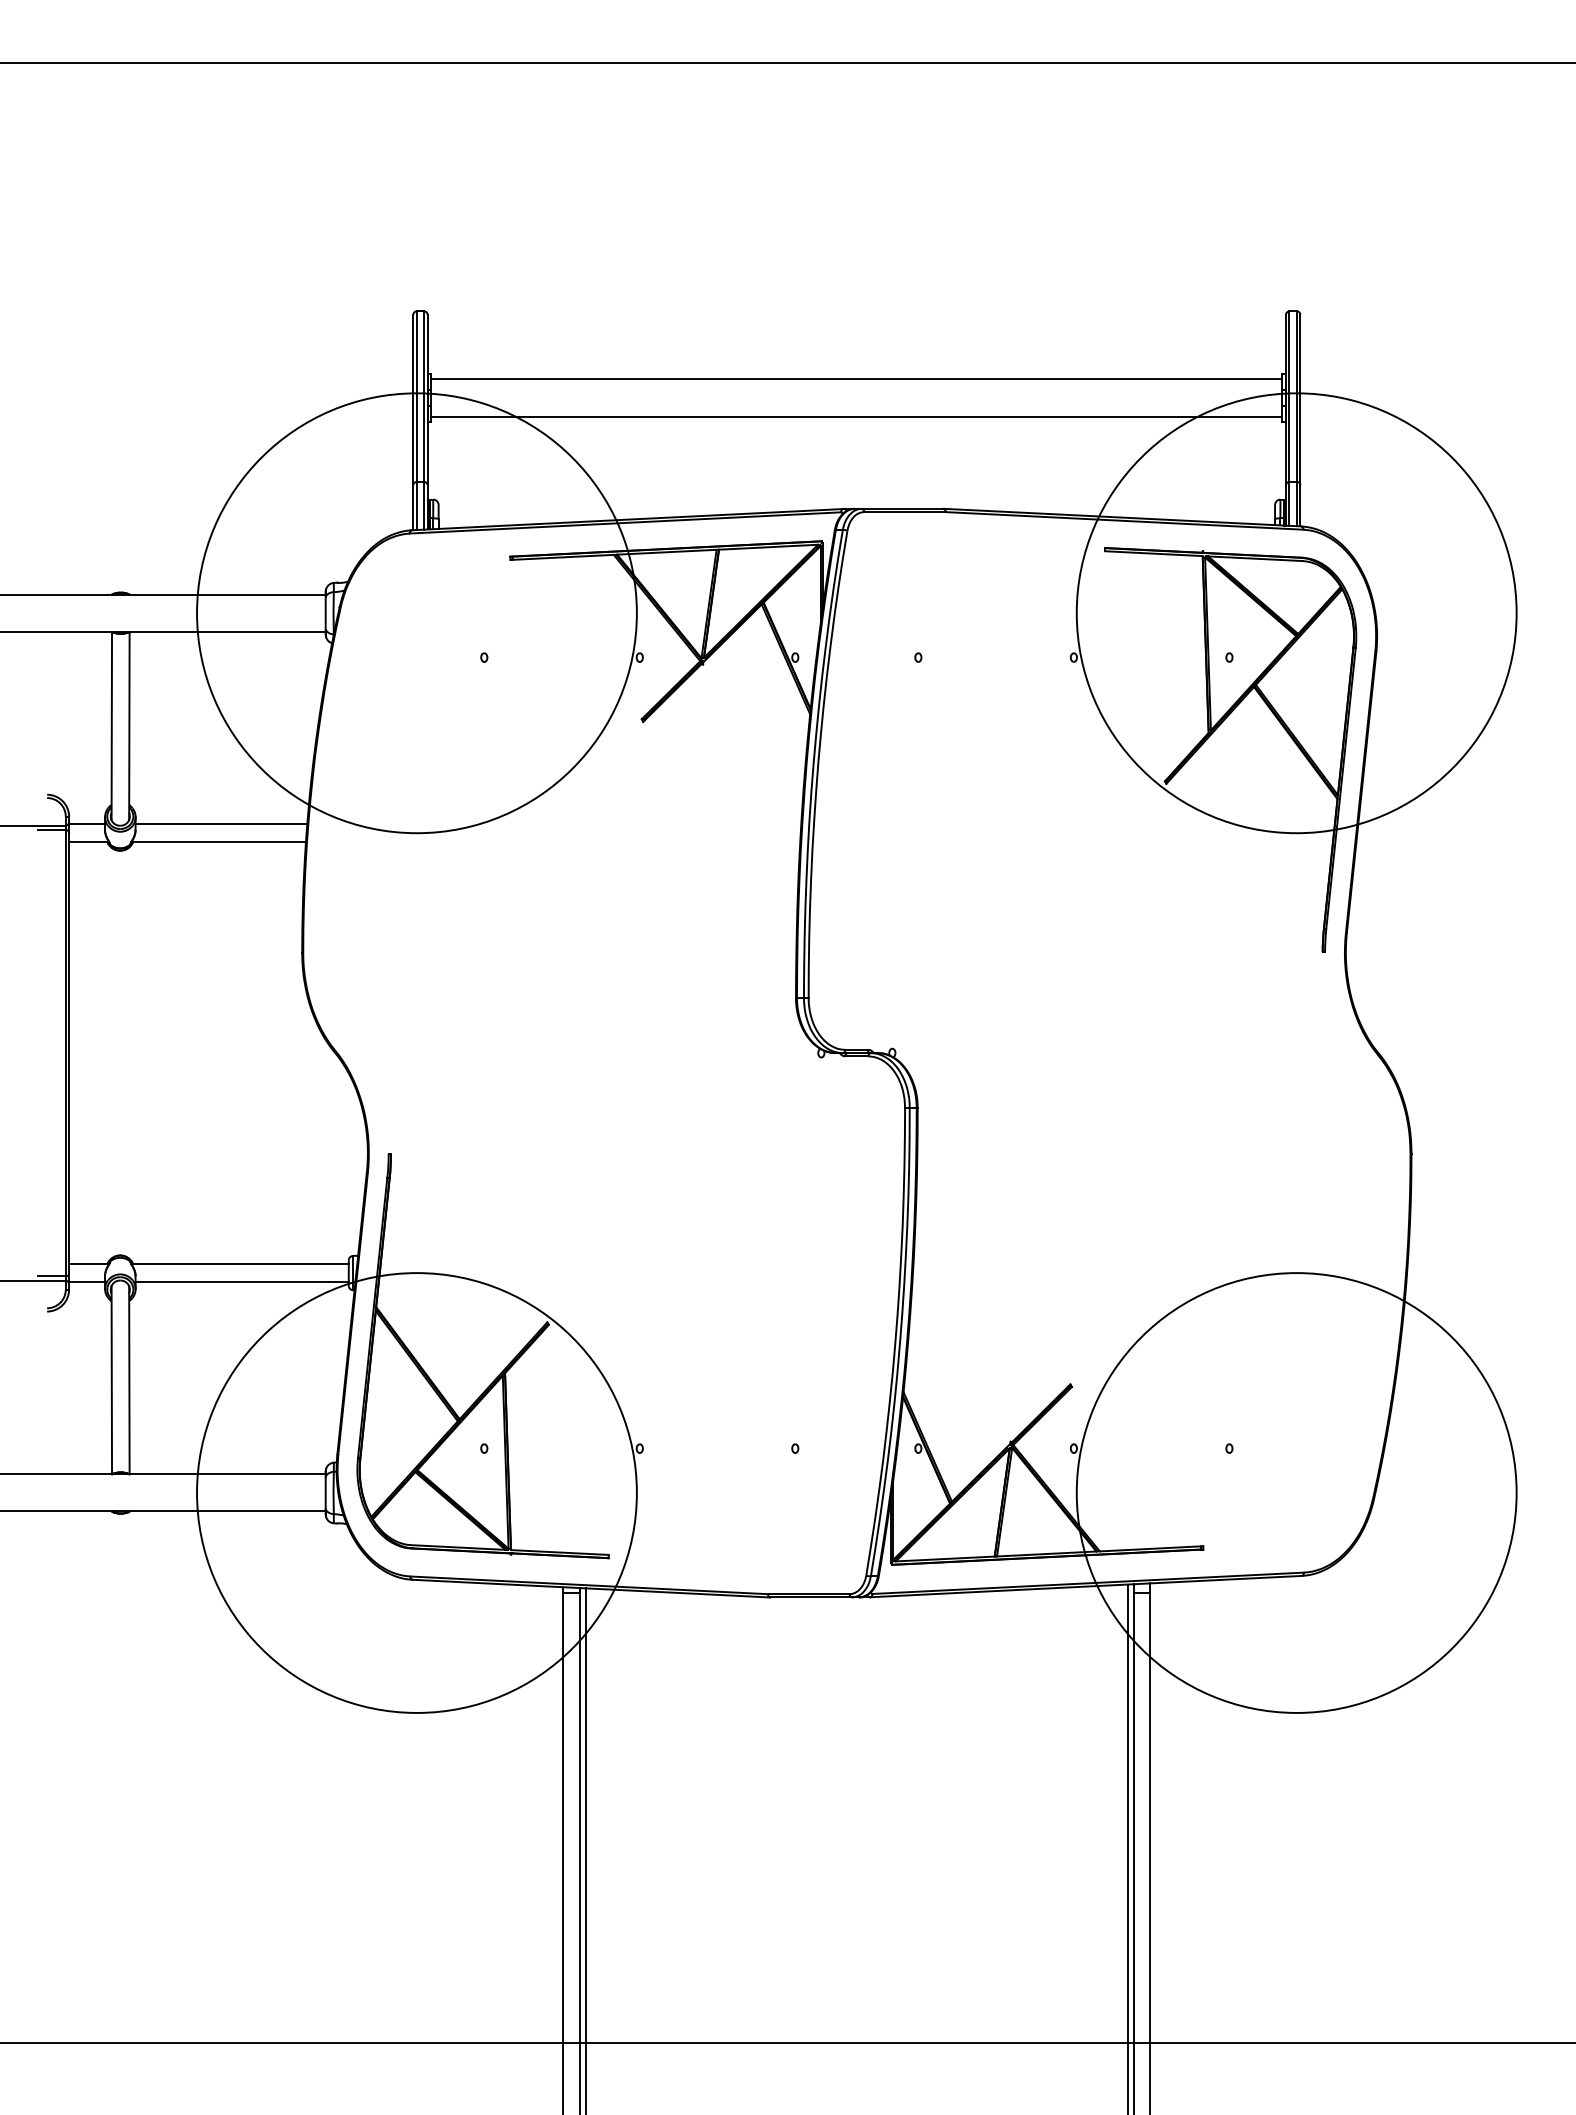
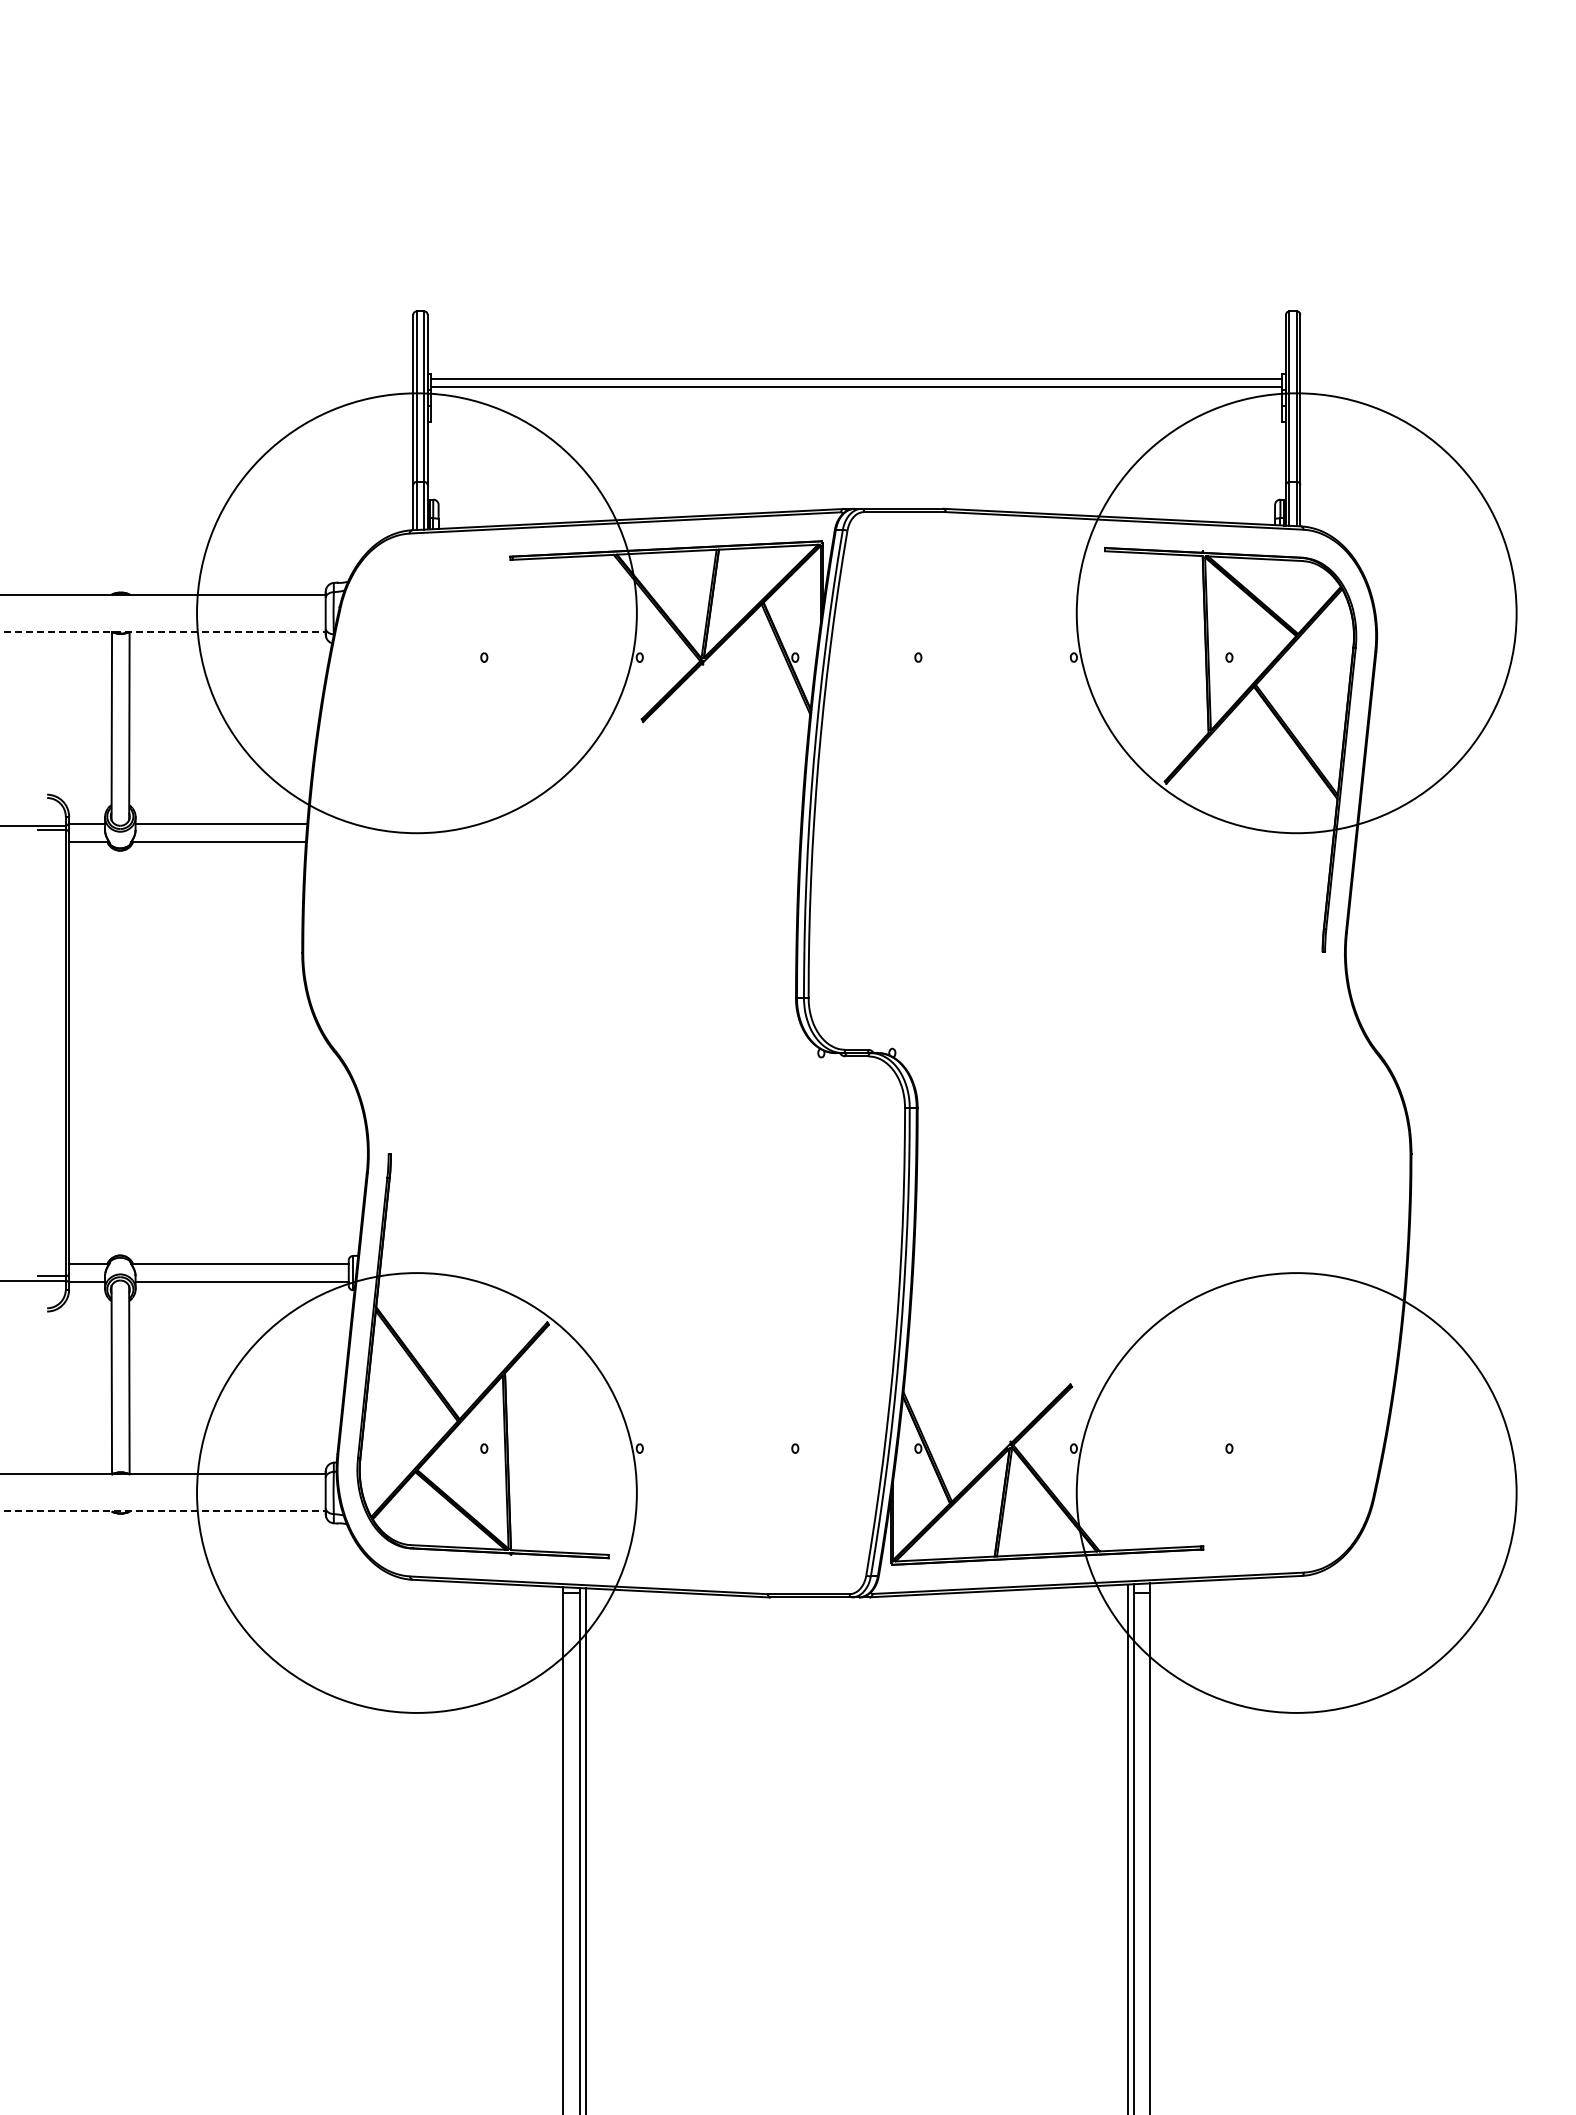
line at (787, 63): present -> none
line at (856, 416) position: (856, 416) -> (856, 386)
line at (163, 631): solid -> dashed
line at (163, 1511): solid -> dashed
line at (787, 2042): present -> none
